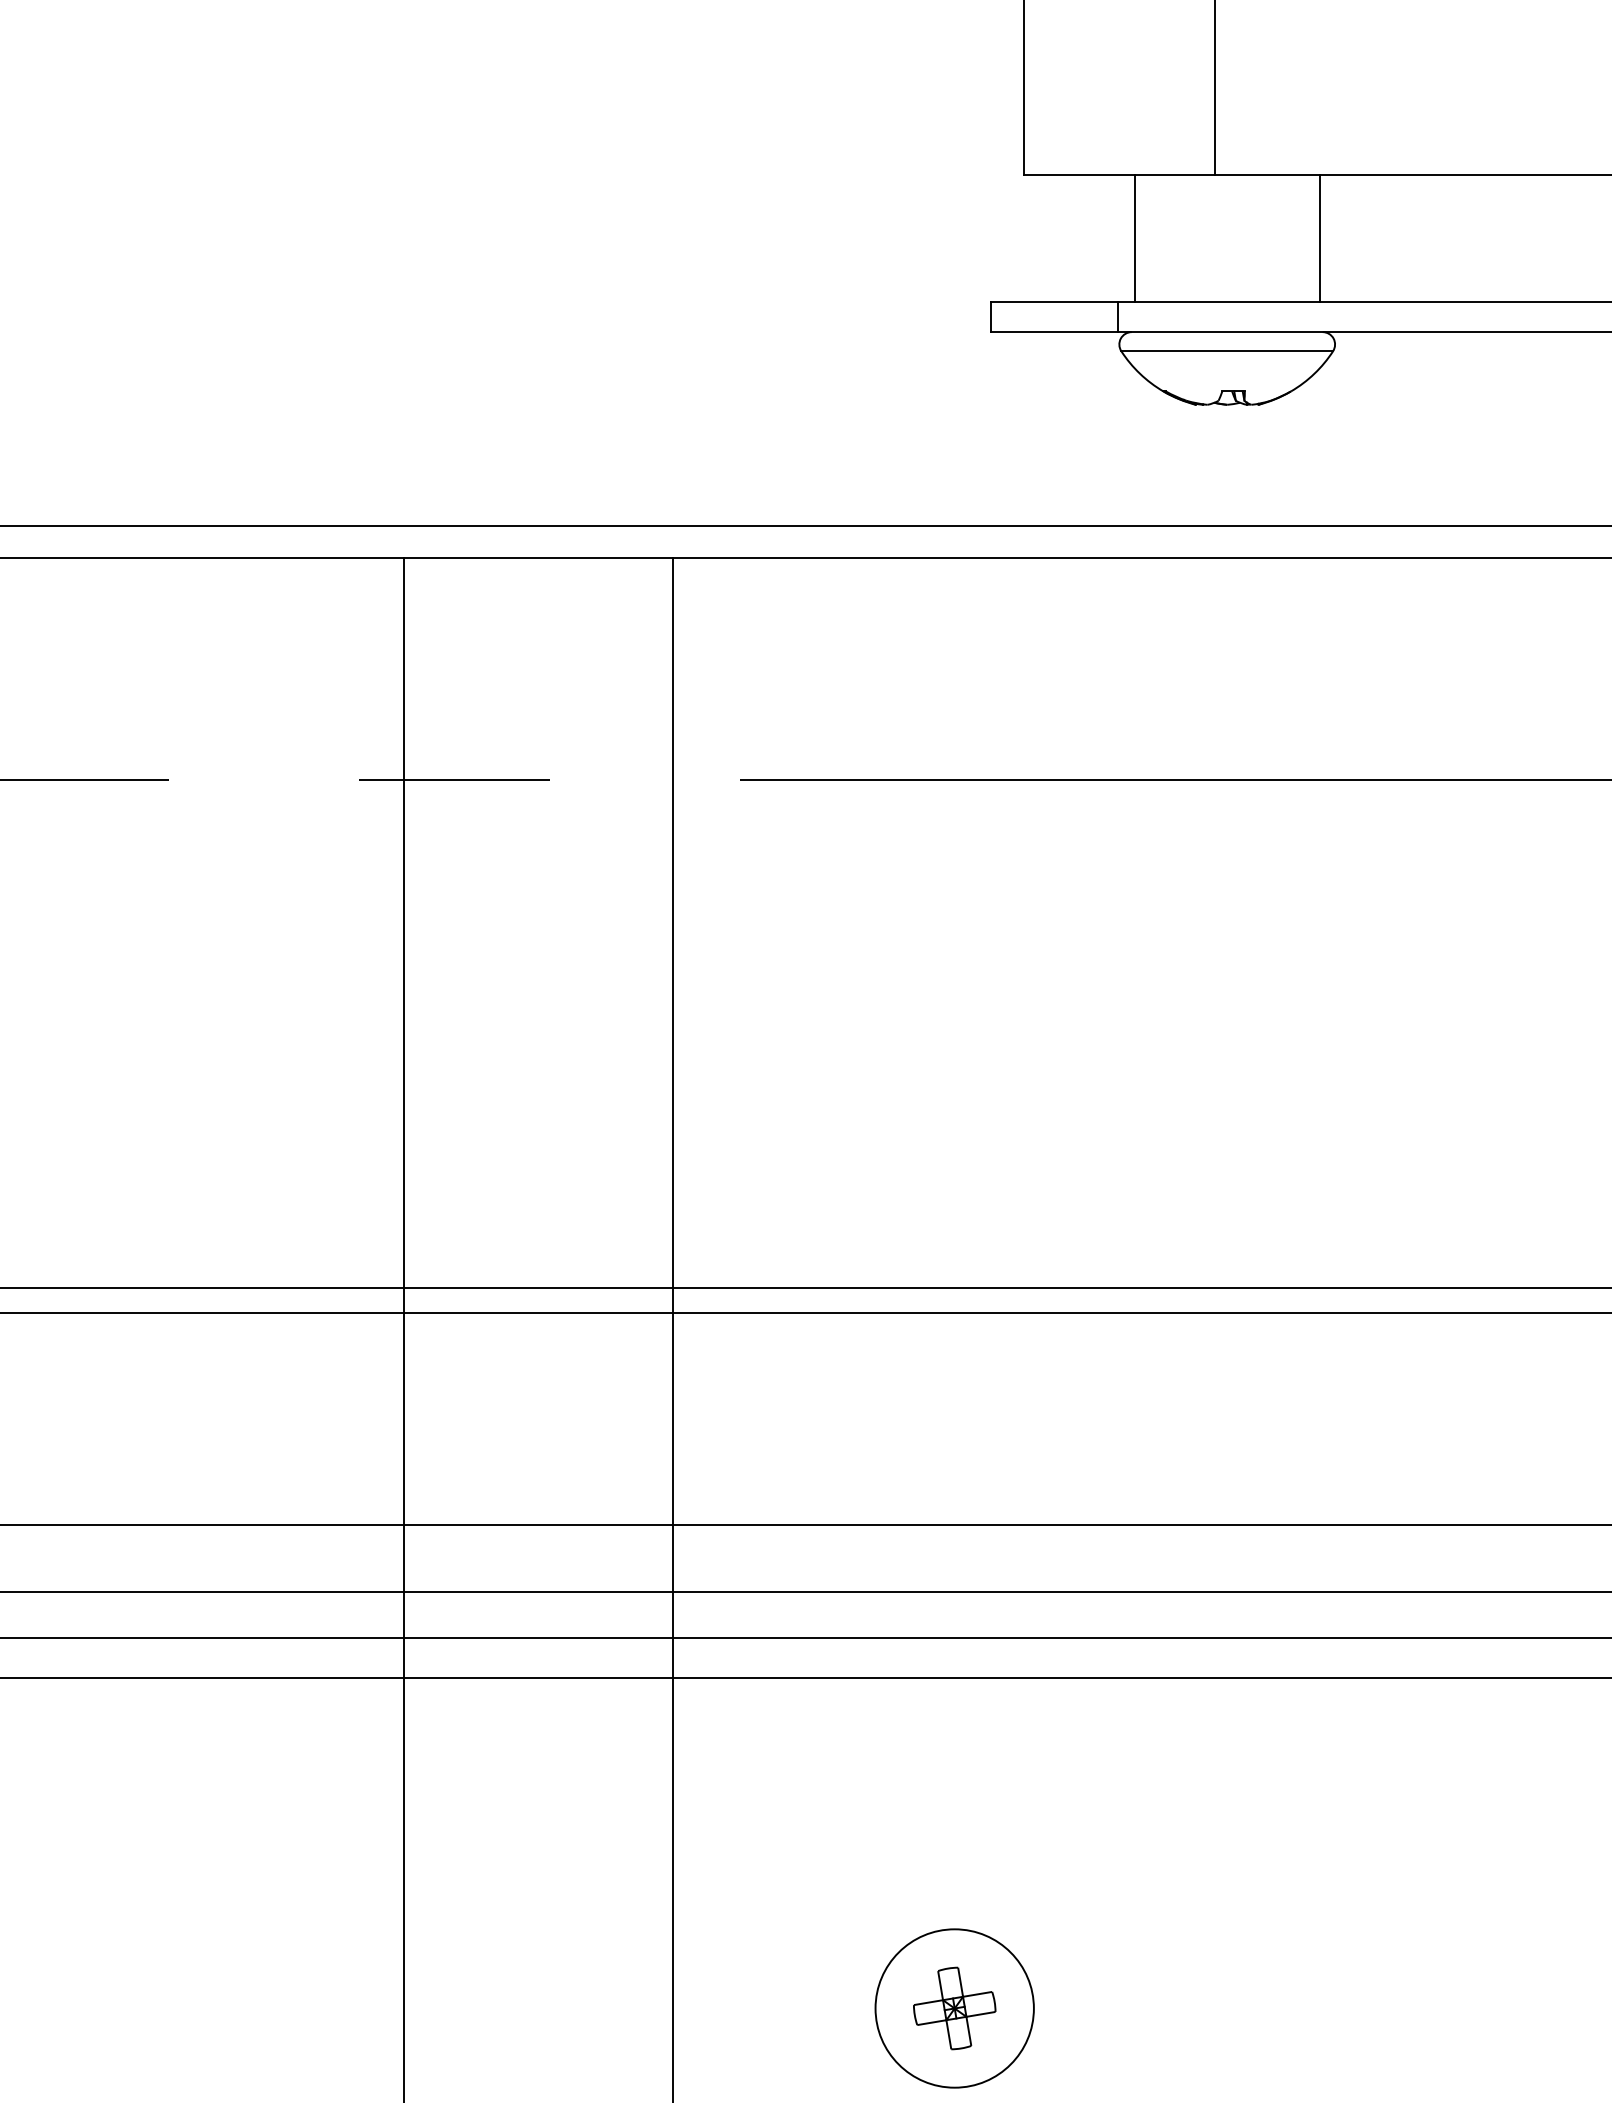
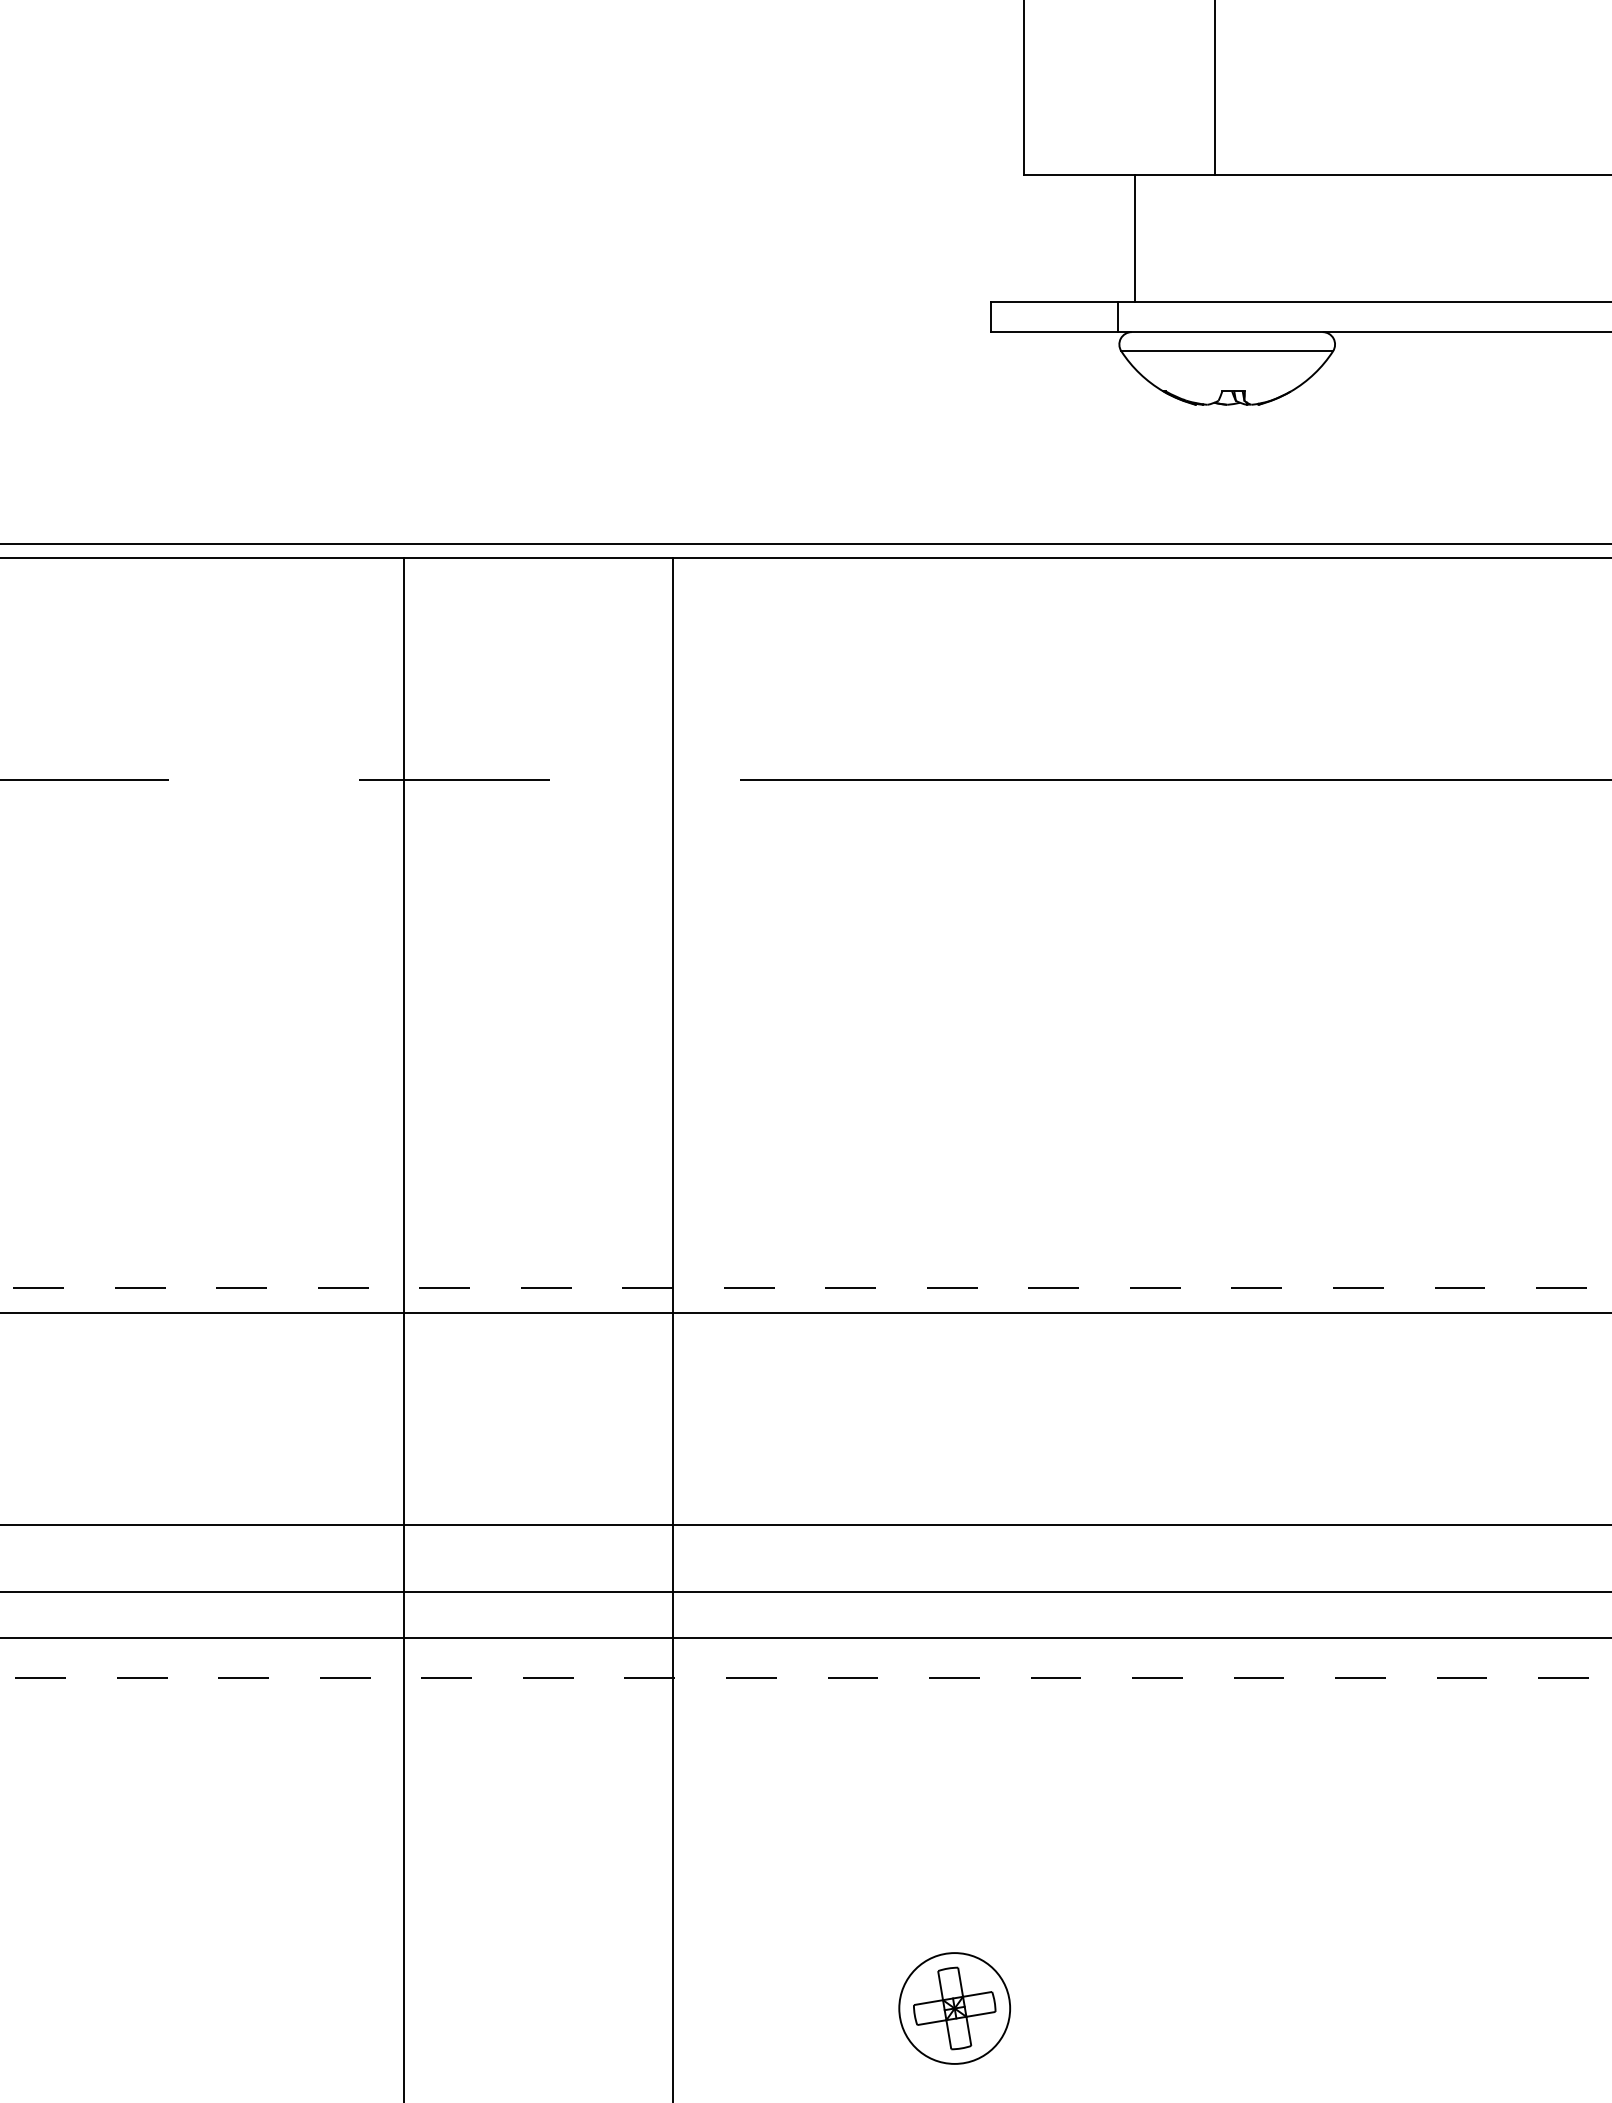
line at (1319, 237): present -> none
line at (805, 526) position: (805, 526) -> (805, 544)
line at (805, 1287): solid -> dashed
line at (805, 1678): solid -> dashed
circle at (954, 2008) diameter: 158 px -> 111 px
